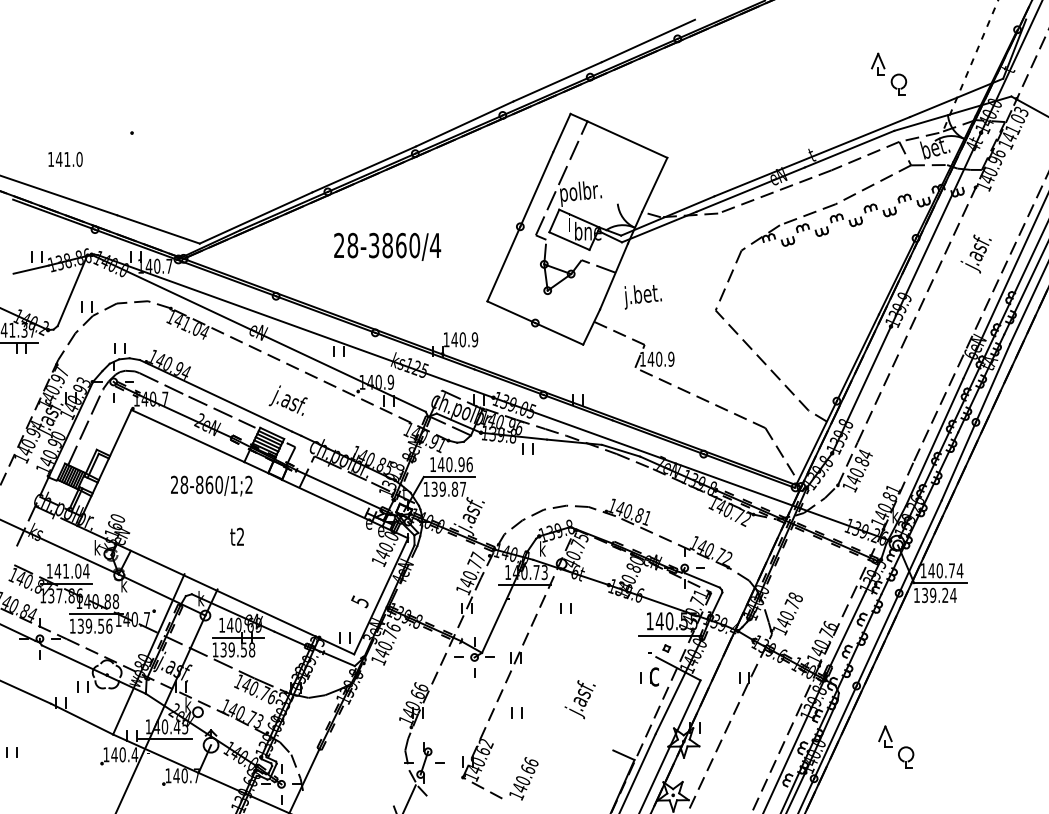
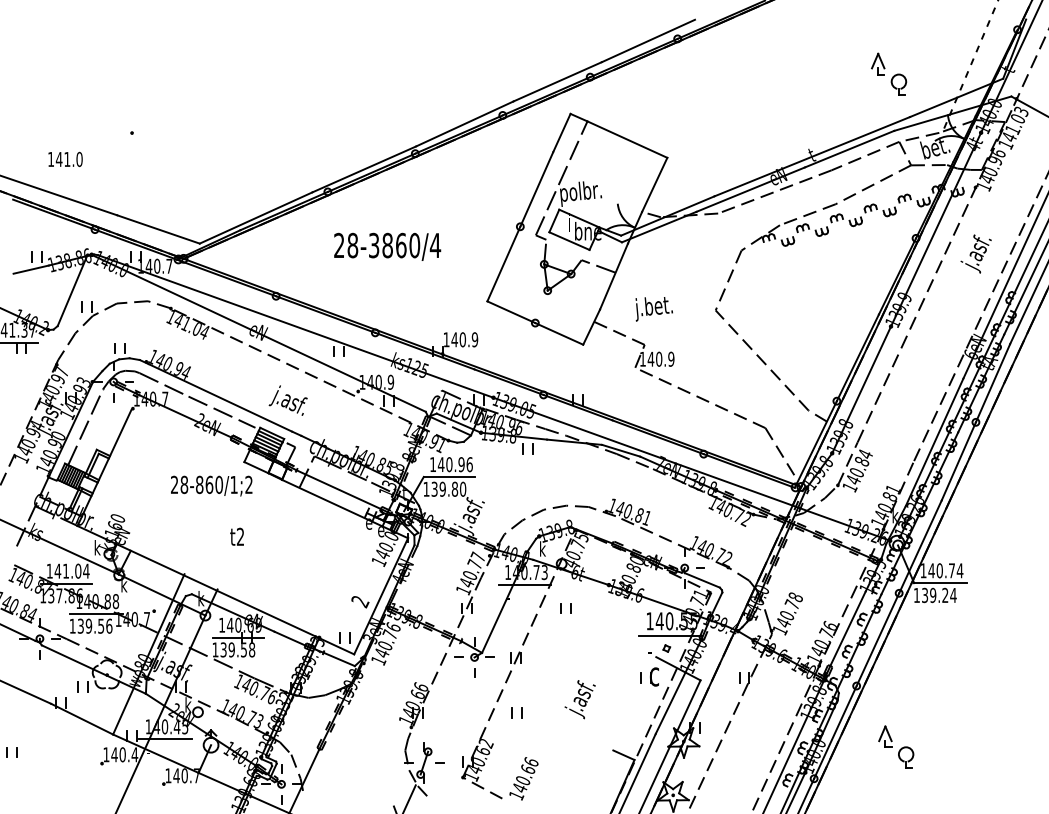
text at (642, 297) position: (642, 297) -> (653, 309)
line at (187, 435): present -> none
text at (463, 488): 139.87 -> 139.80
text at (360, 601): 5 -> 2
